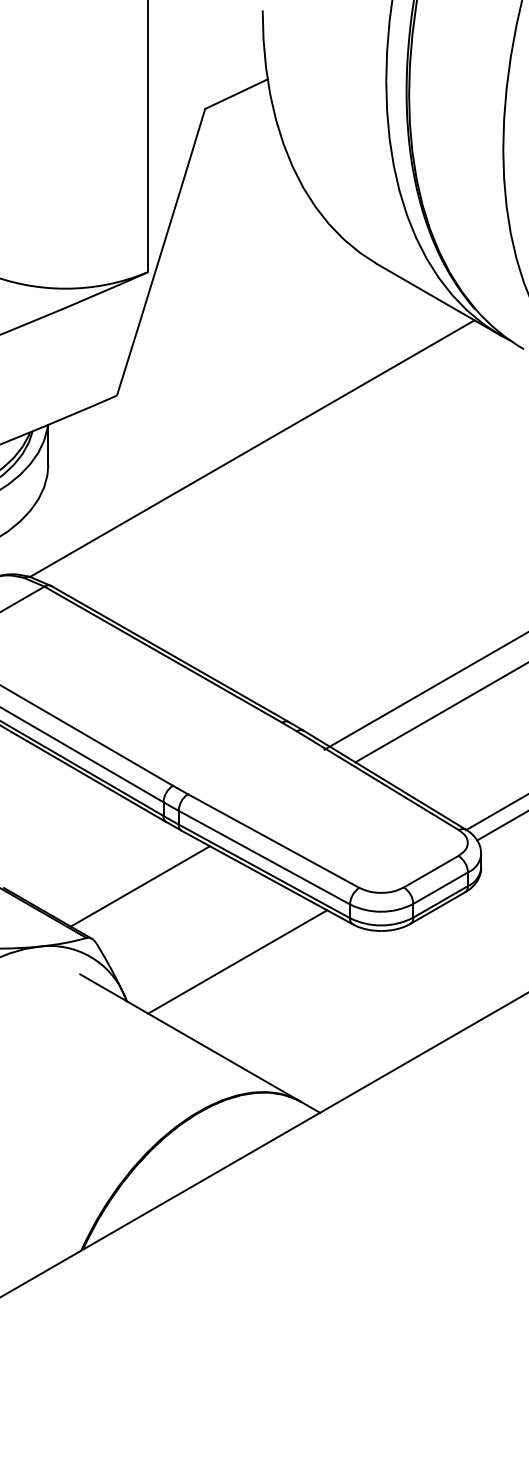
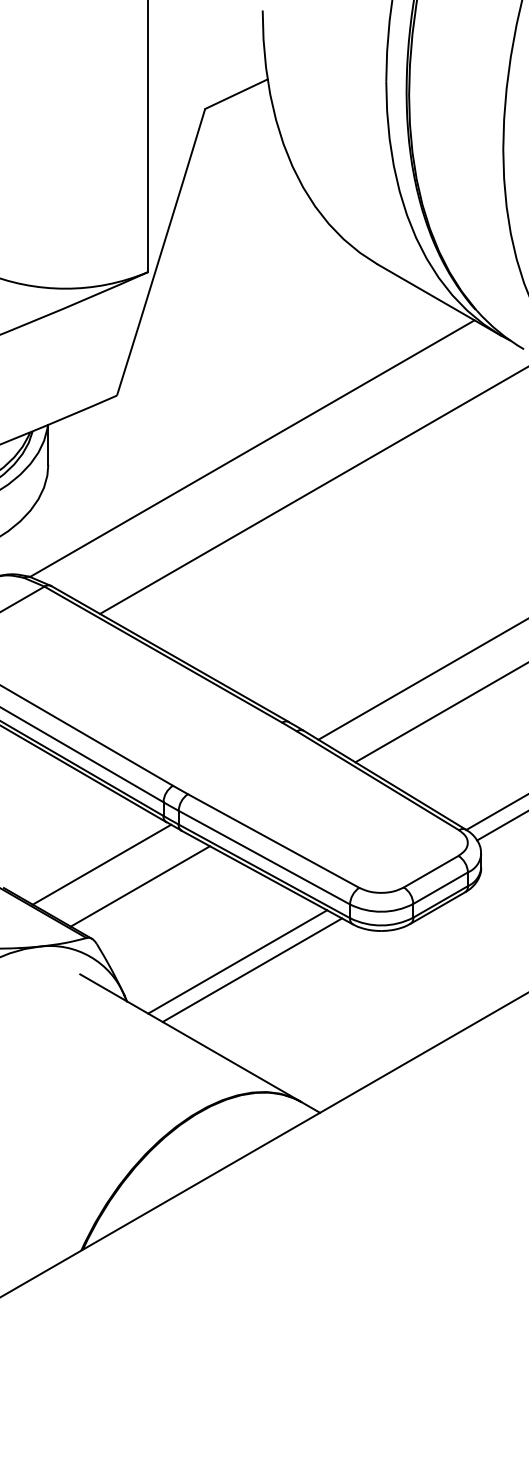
line at (312, 490): none -> present
line at (424, 691) position: (424, 691) -> (421, 679)
line at (101, 864): none -> present
line at (252, 970): none -> present
